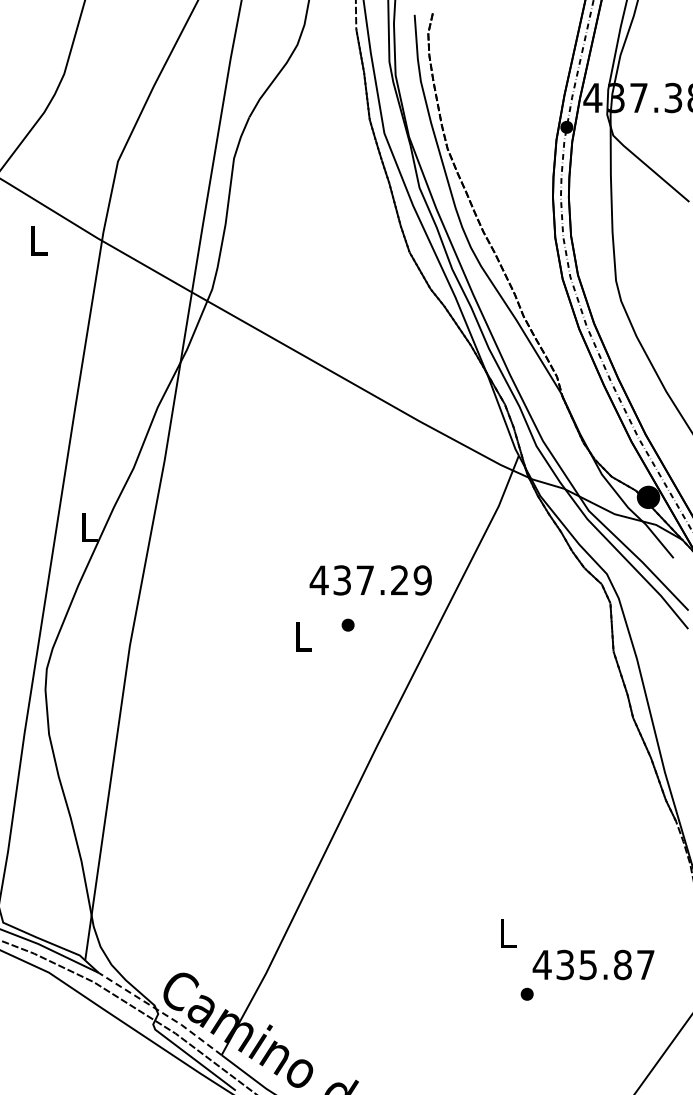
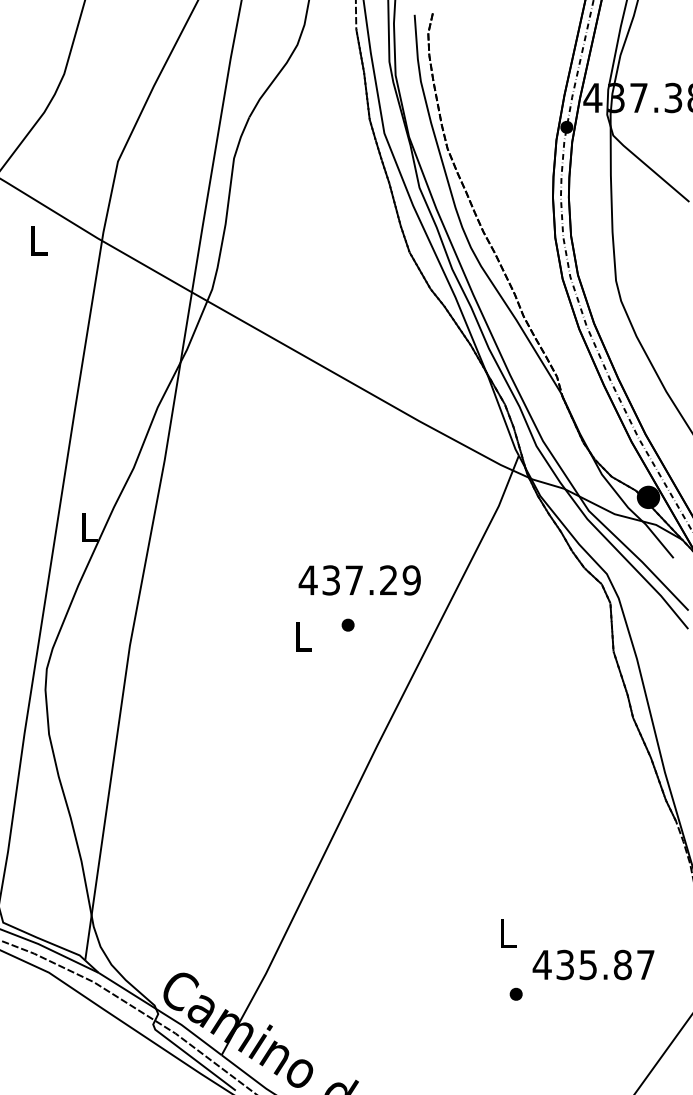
text at (370, 580) position: (370, 580) -> (359, 580)
part at (526, 993) position: (526, 993) -> (515, 993)
line at (162, 1012): dashed -> solid
